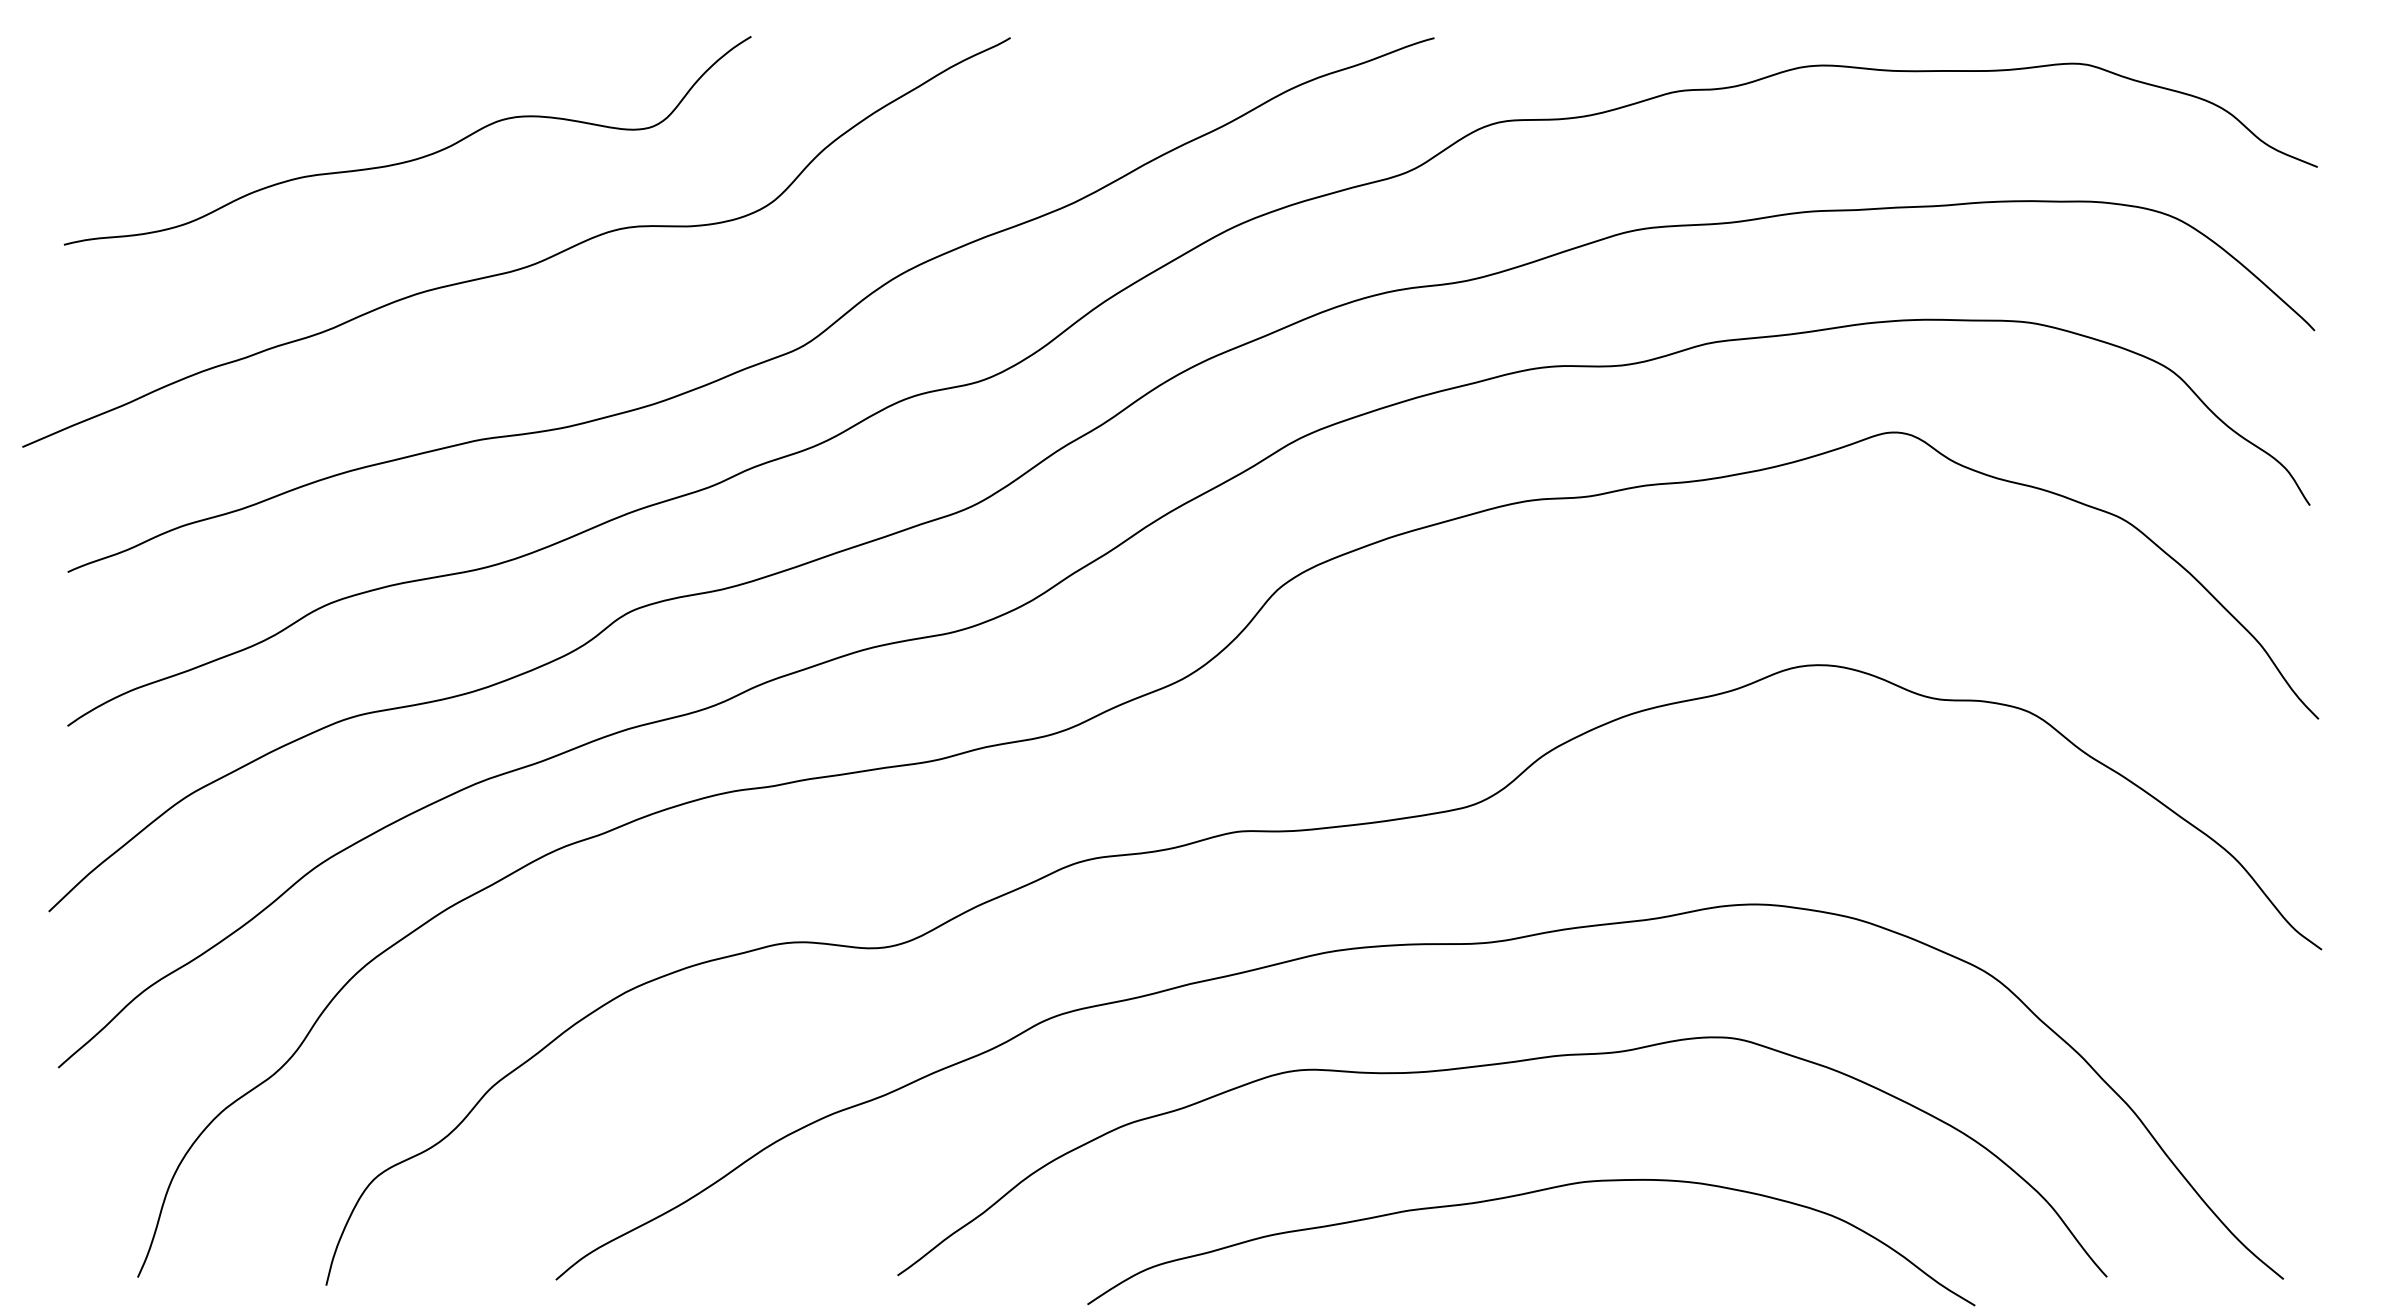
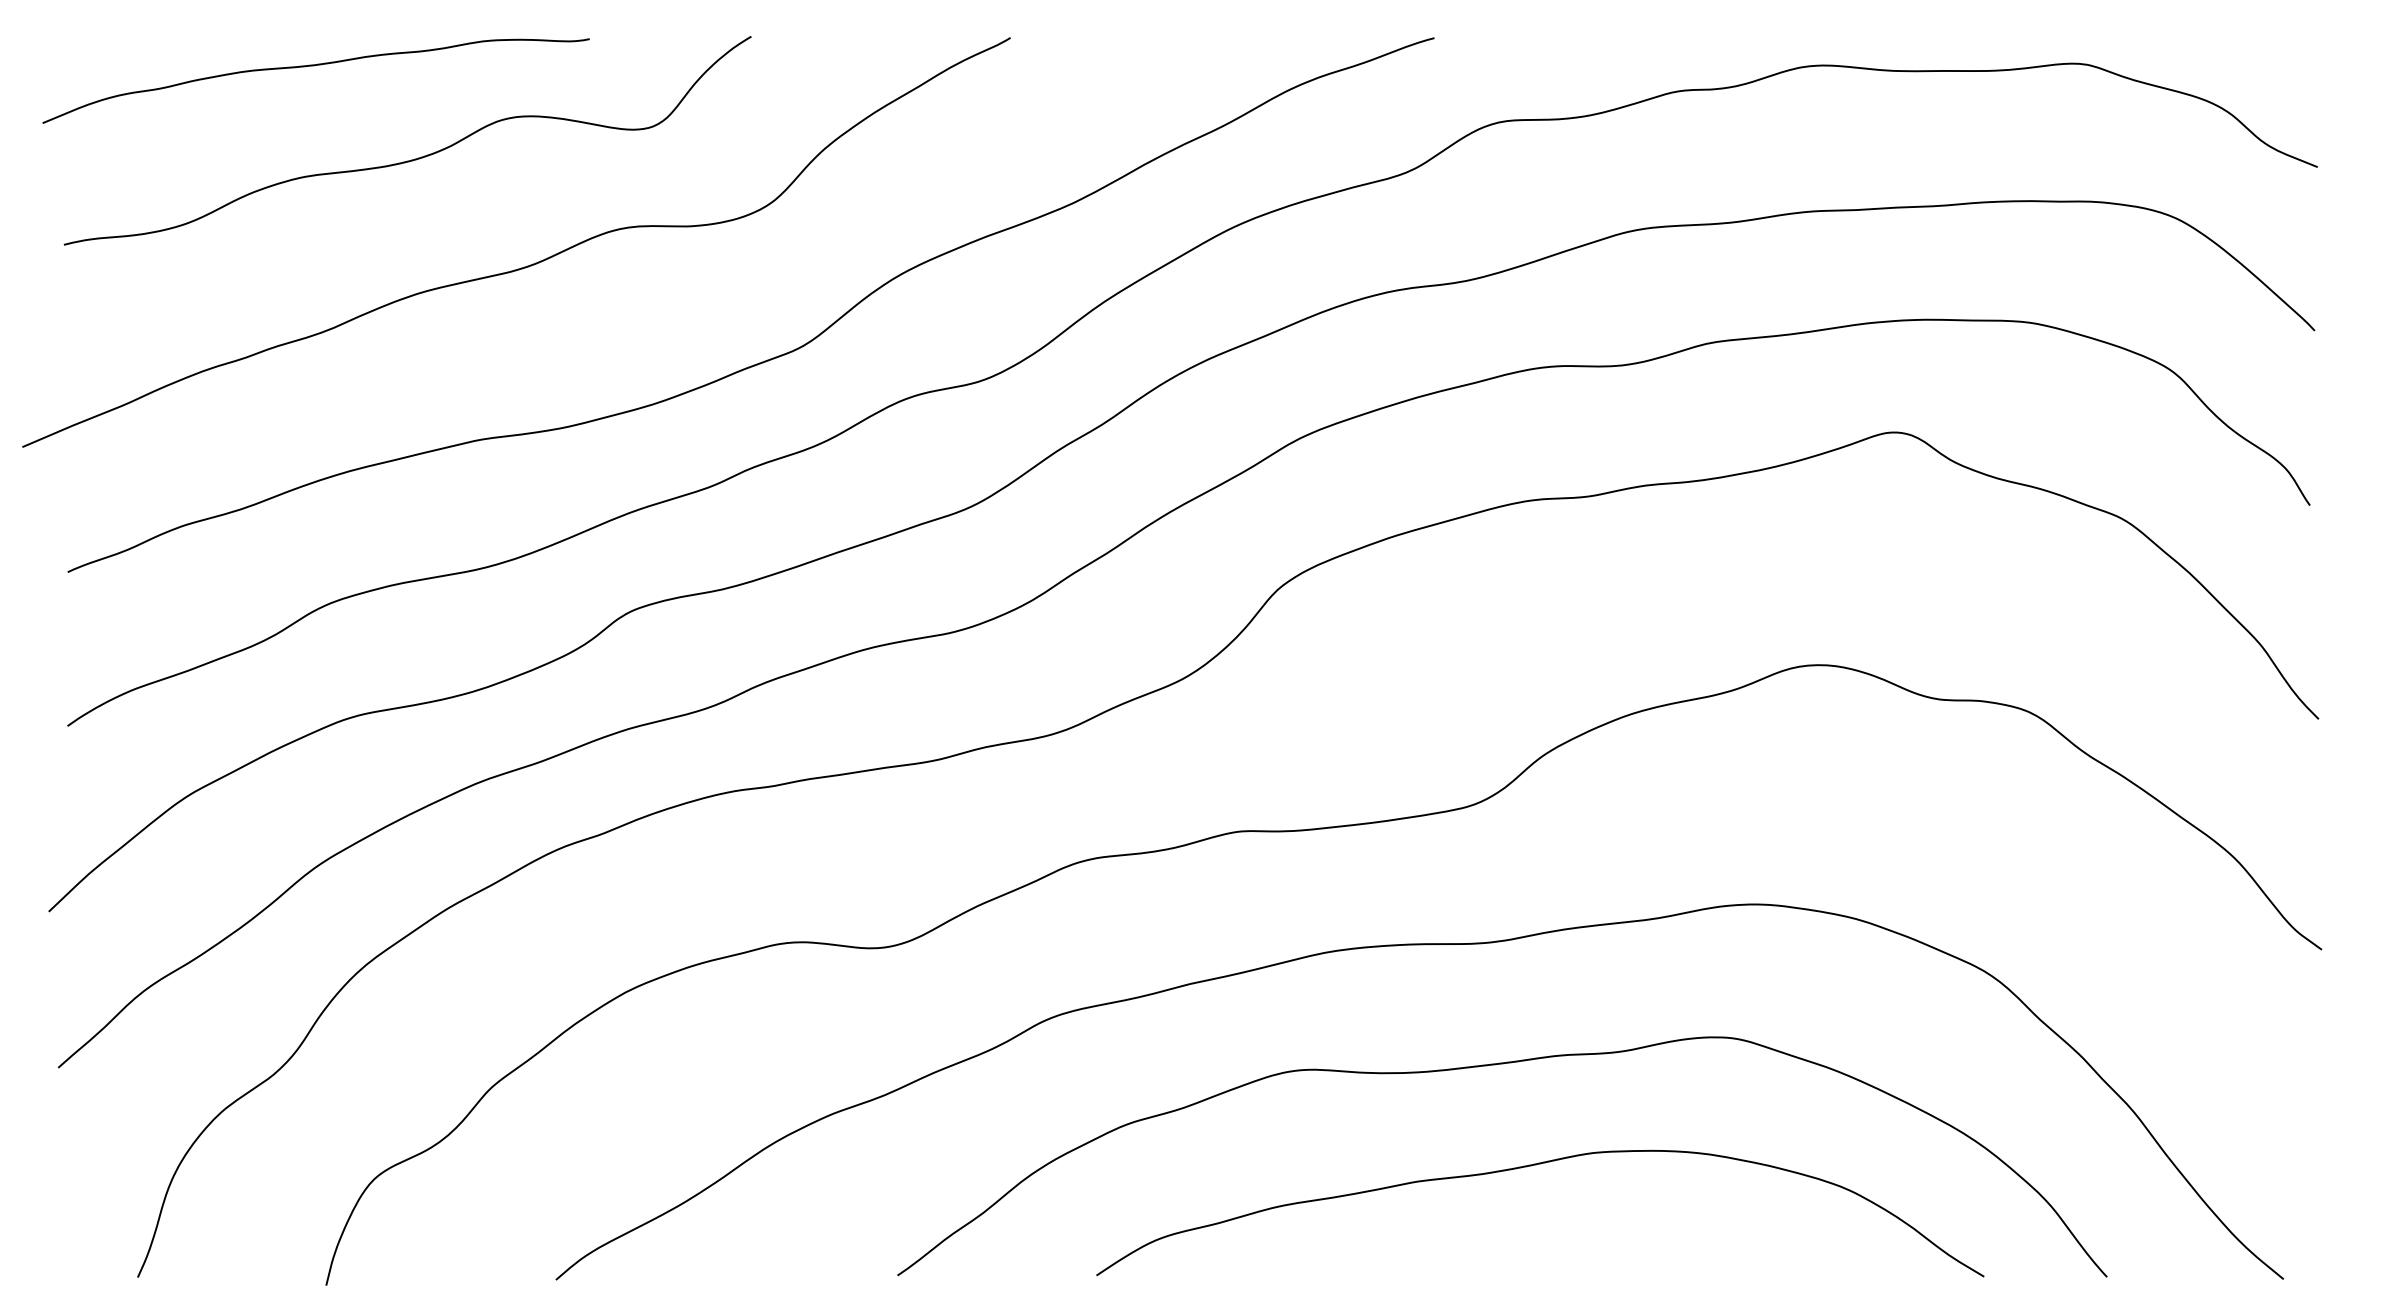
curve at (314, 66): none -> present
curve at (1522, 1195) position: (1522, 1195) -> (1531, 1166)
